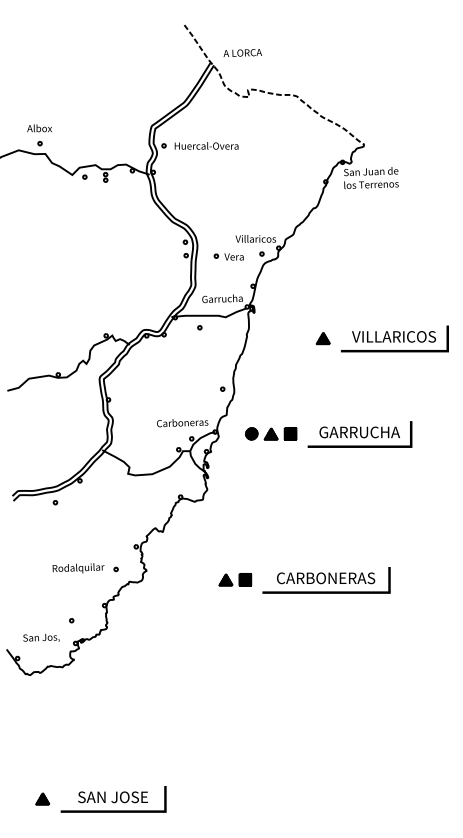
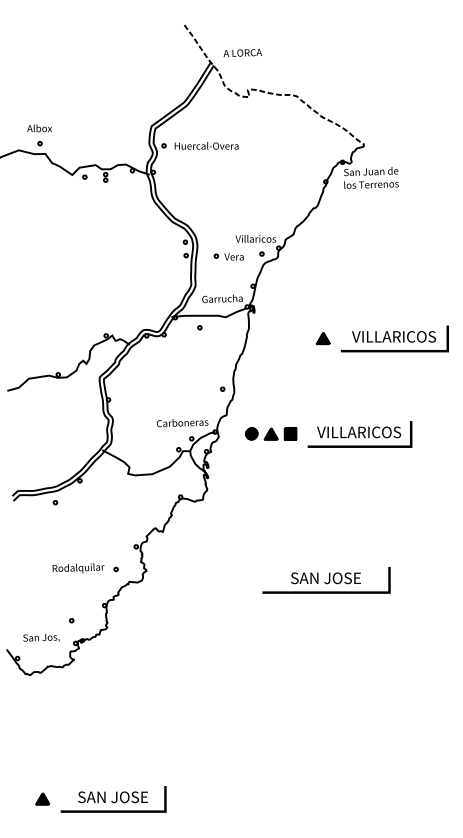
text at (359, 432): GARRUCHA -> VILLARICOS
text at (326, 578): CARBONERAS -> SAN JOSE
part at (235, 579): present -> none
